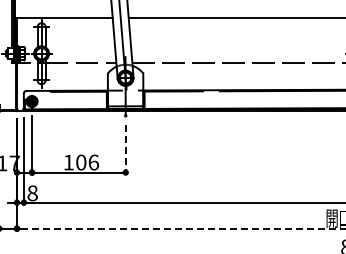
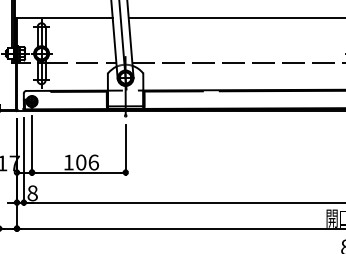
line at (125, 150): dashed -> solid
line at (183, 228): dashed -> solid
